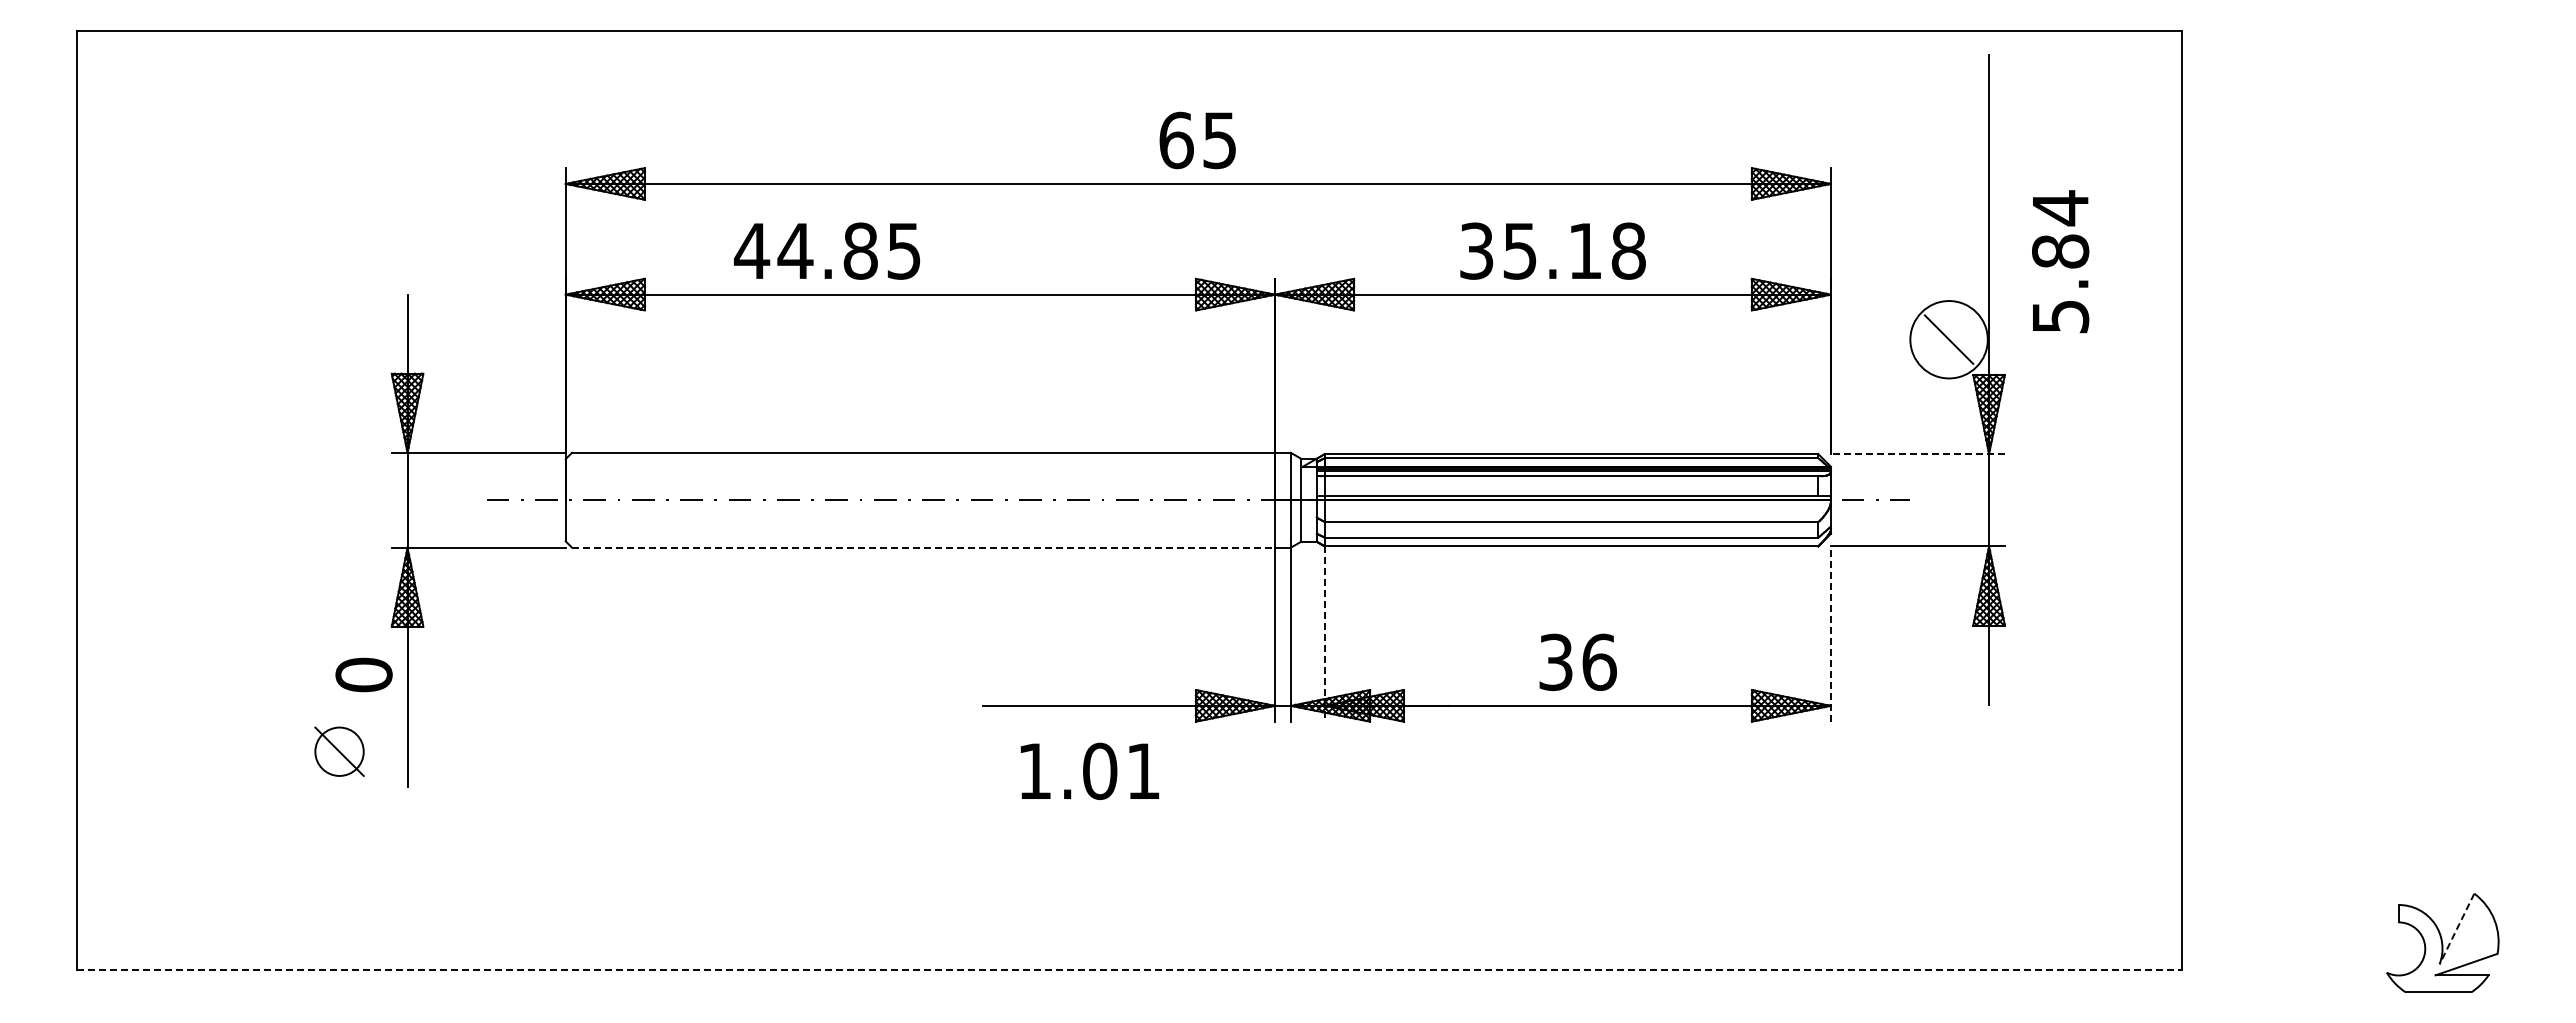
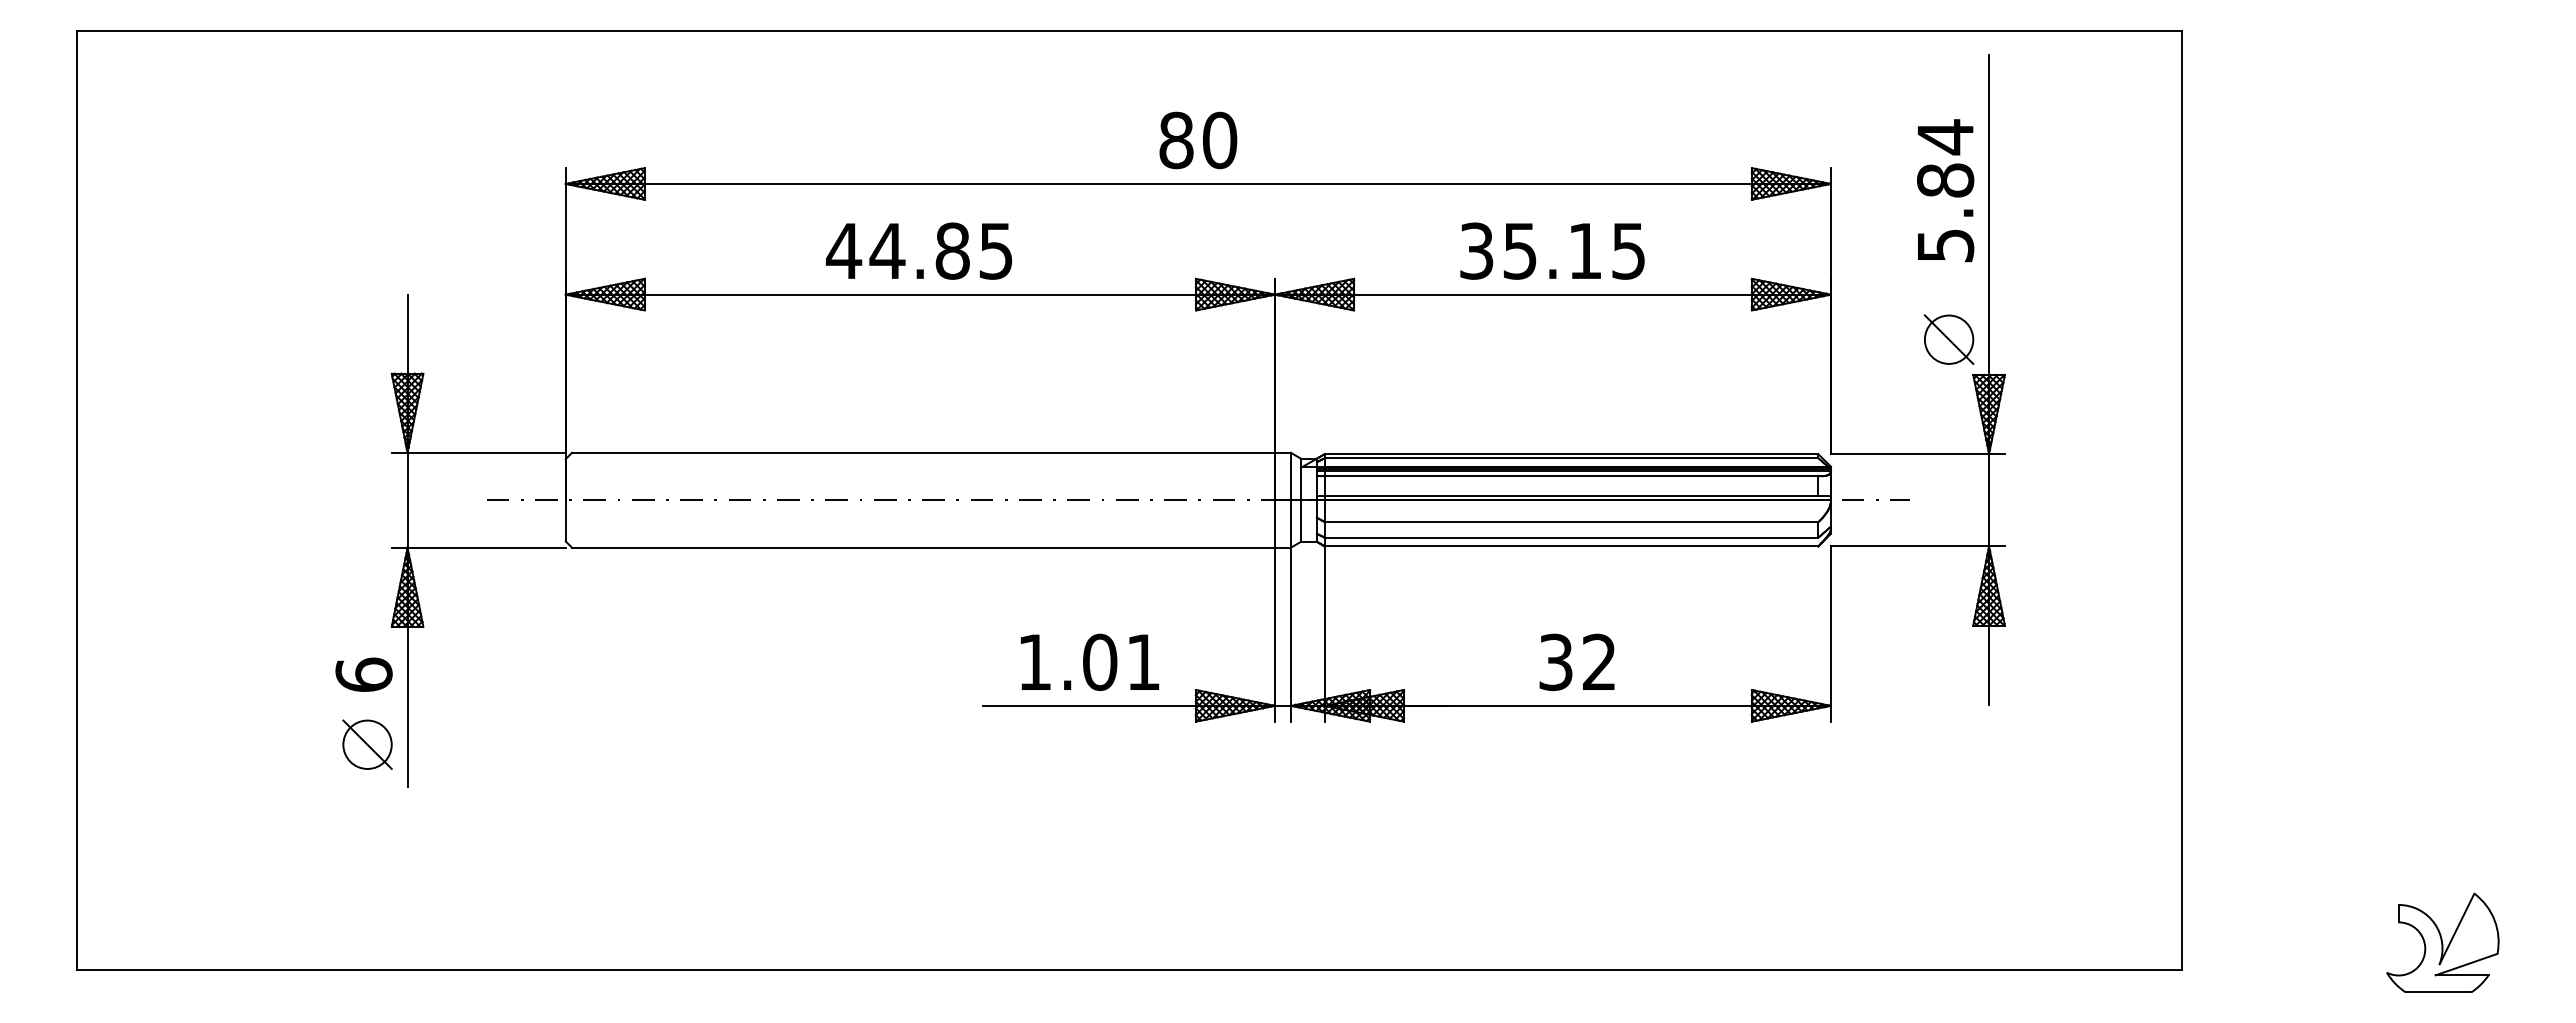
text at (1198, 140): 65 -> 80
text at (826, 250) position: (826, 250) -> (918, 250)
text at (1628, 250): 35.18 -> 35.15
text at (2060, 261) position: (2060, 261) -> (1945, 190)
circle at (1948, 339) diameter: 77 px -> 48 px
line at (1917, 454): dashed -> solid
line at (924, 547): dashed -> solid
line at (1324, 634): dashed -> solid
line at (1830, 634): dashed -> solid
text at (1599, 662): 36 -> 32
text at (363, 674): 0 -> 6
part at (339, 751) position: (339, 751) -> (367, 744)
text at (1089, 770) position: (1089, 770) -> (1089, 661)
line at (2456, 929): dashed -> solid
line at (1129, 969): dashed -> solid
